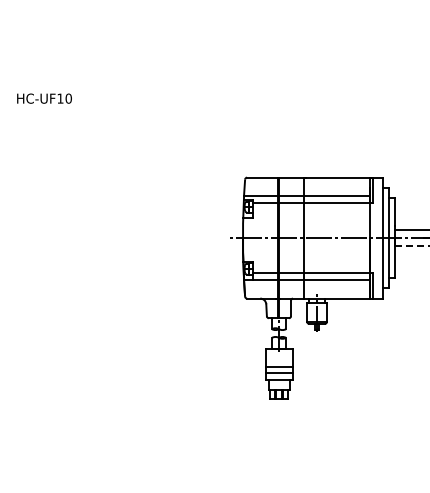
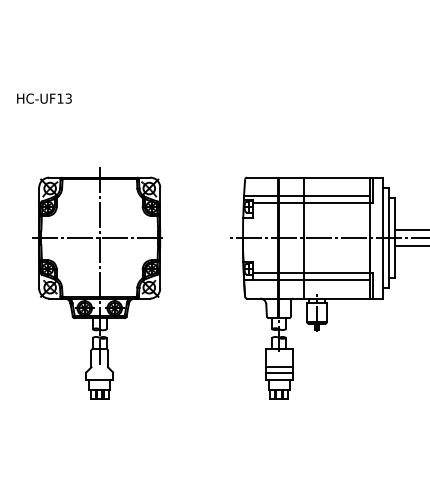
text at (68, 98): HC-UF10 -> HC-UF13
line at (412, 246): dashed -> solid
part at (97, 283): none -> present
